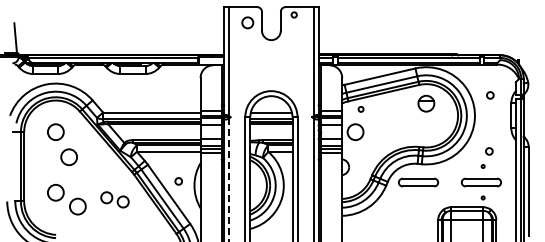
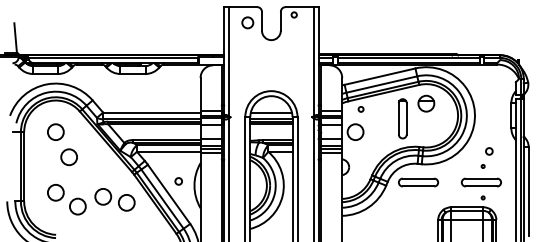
circle at (490, 95): present -> none
part at (402, 118): none -> present
line at (229, 180): dashed -> solid
part at (114, 199) size: 30x18 px -> 42x24 px
